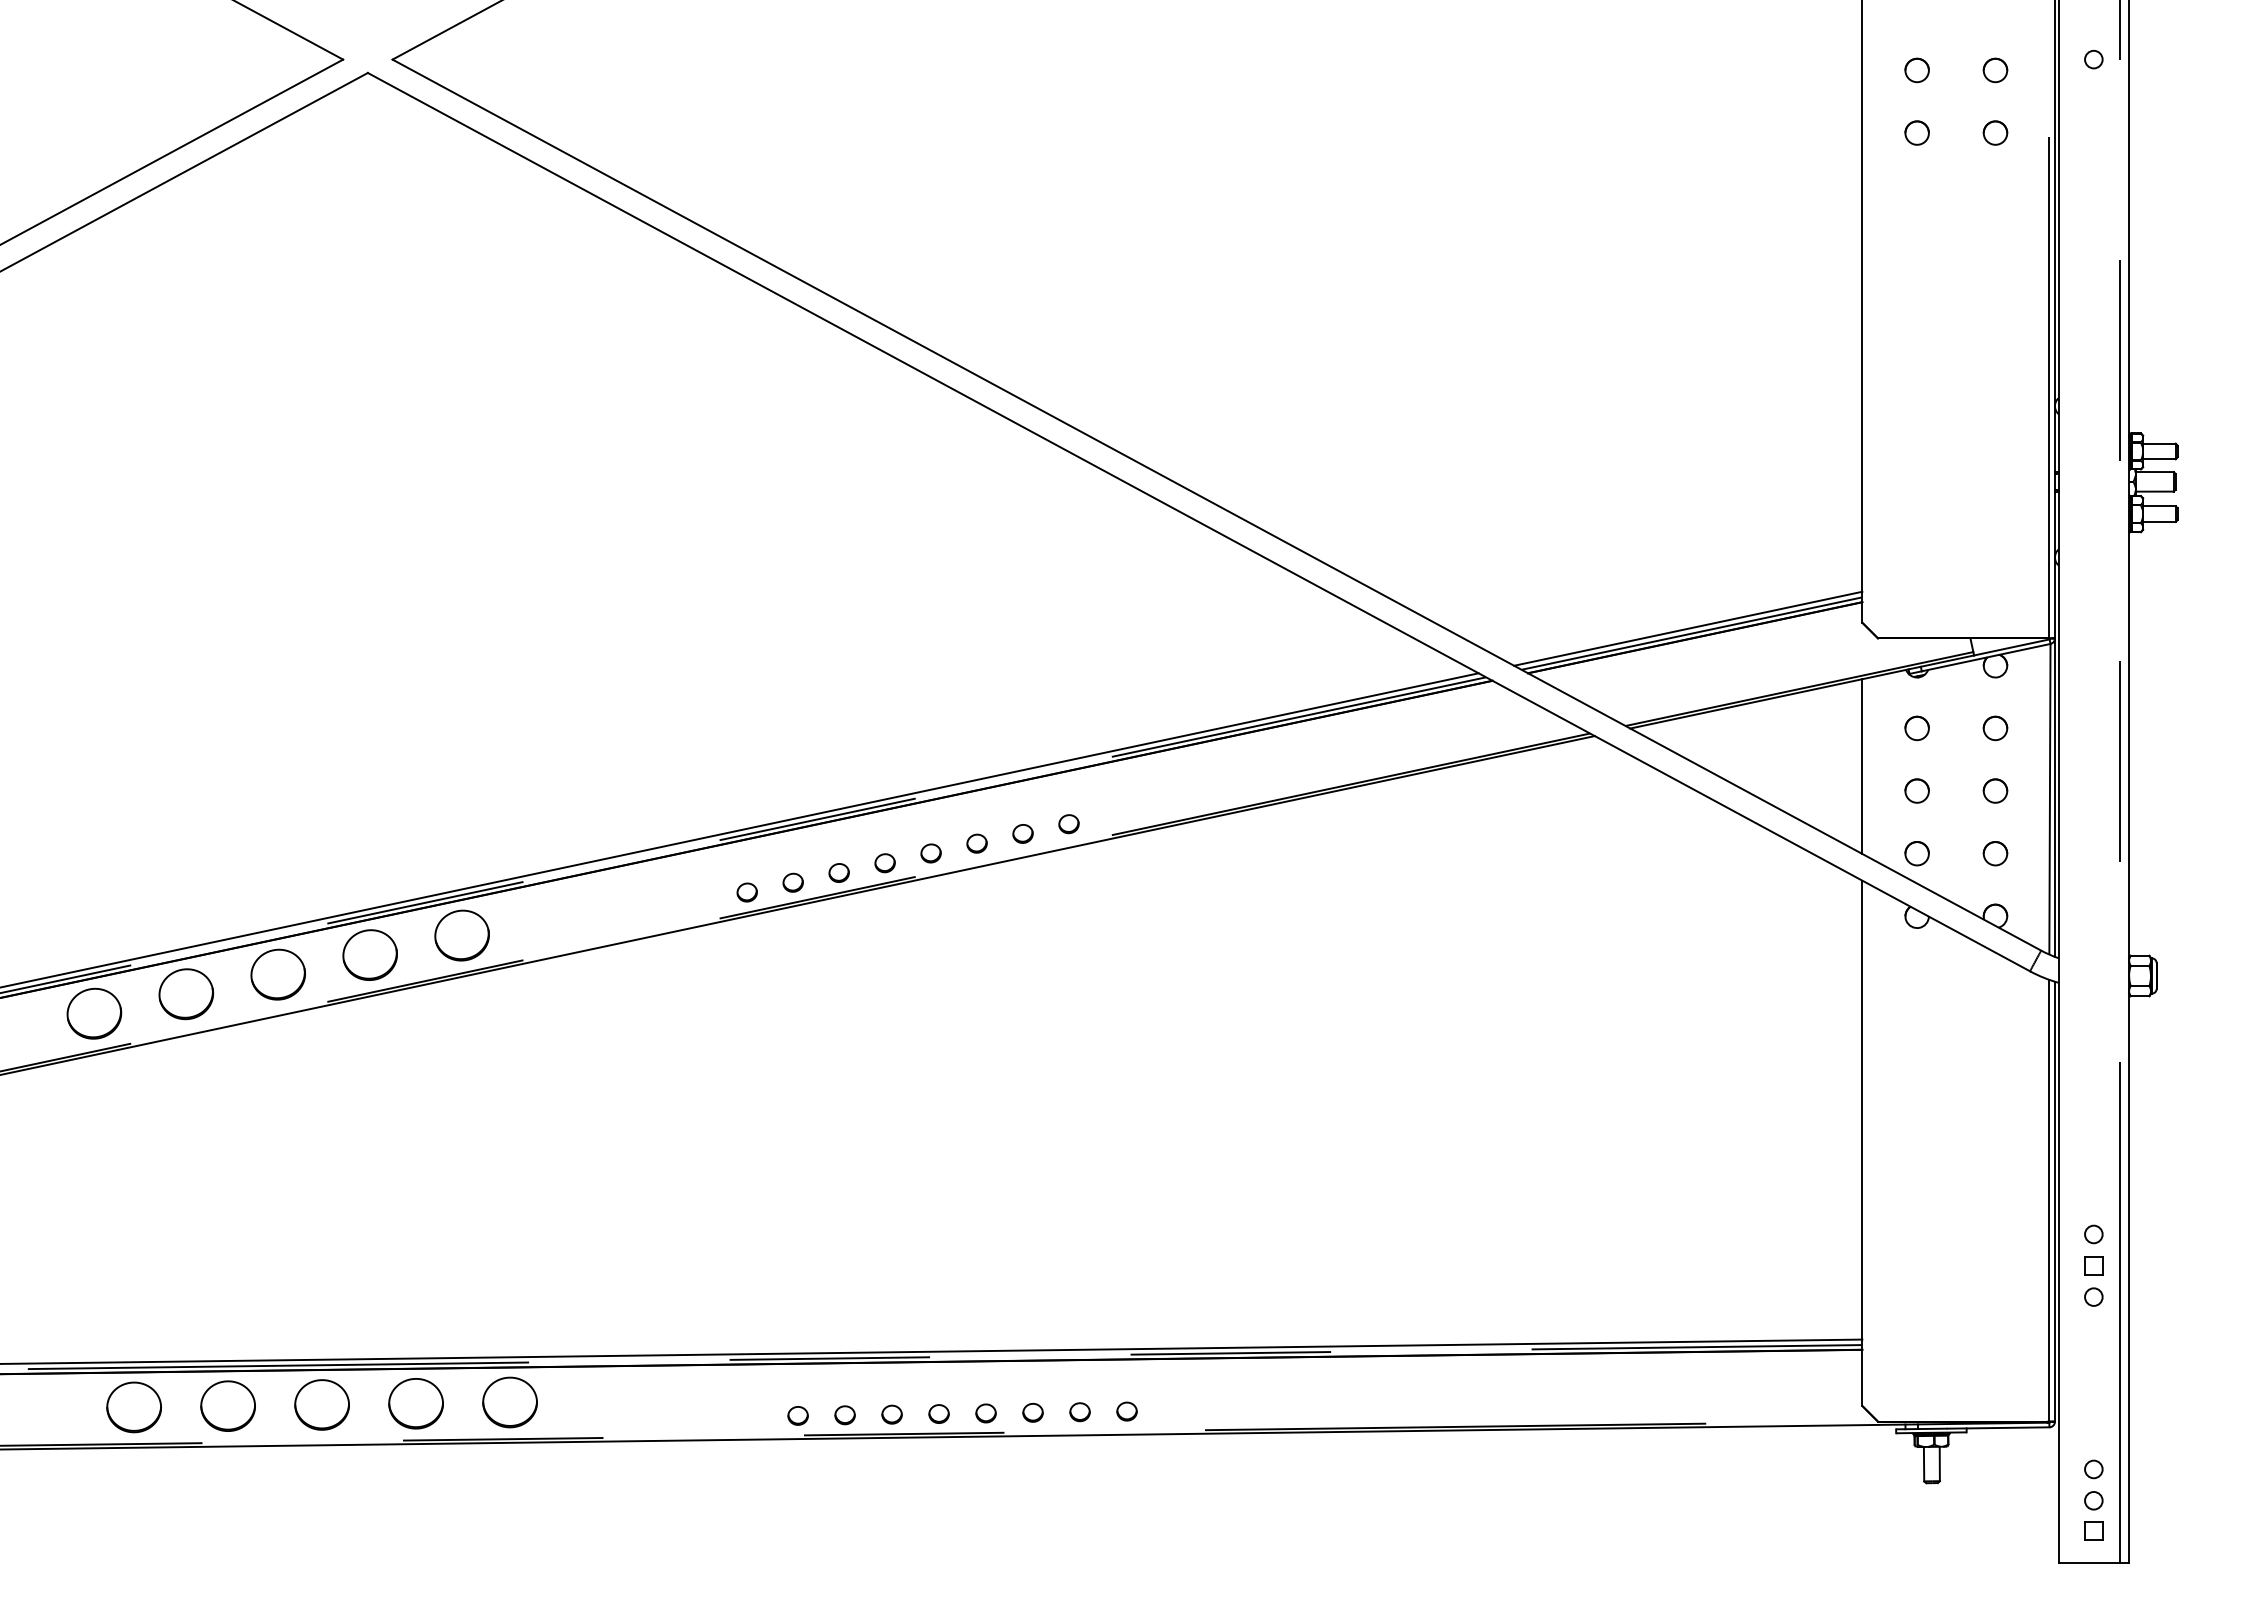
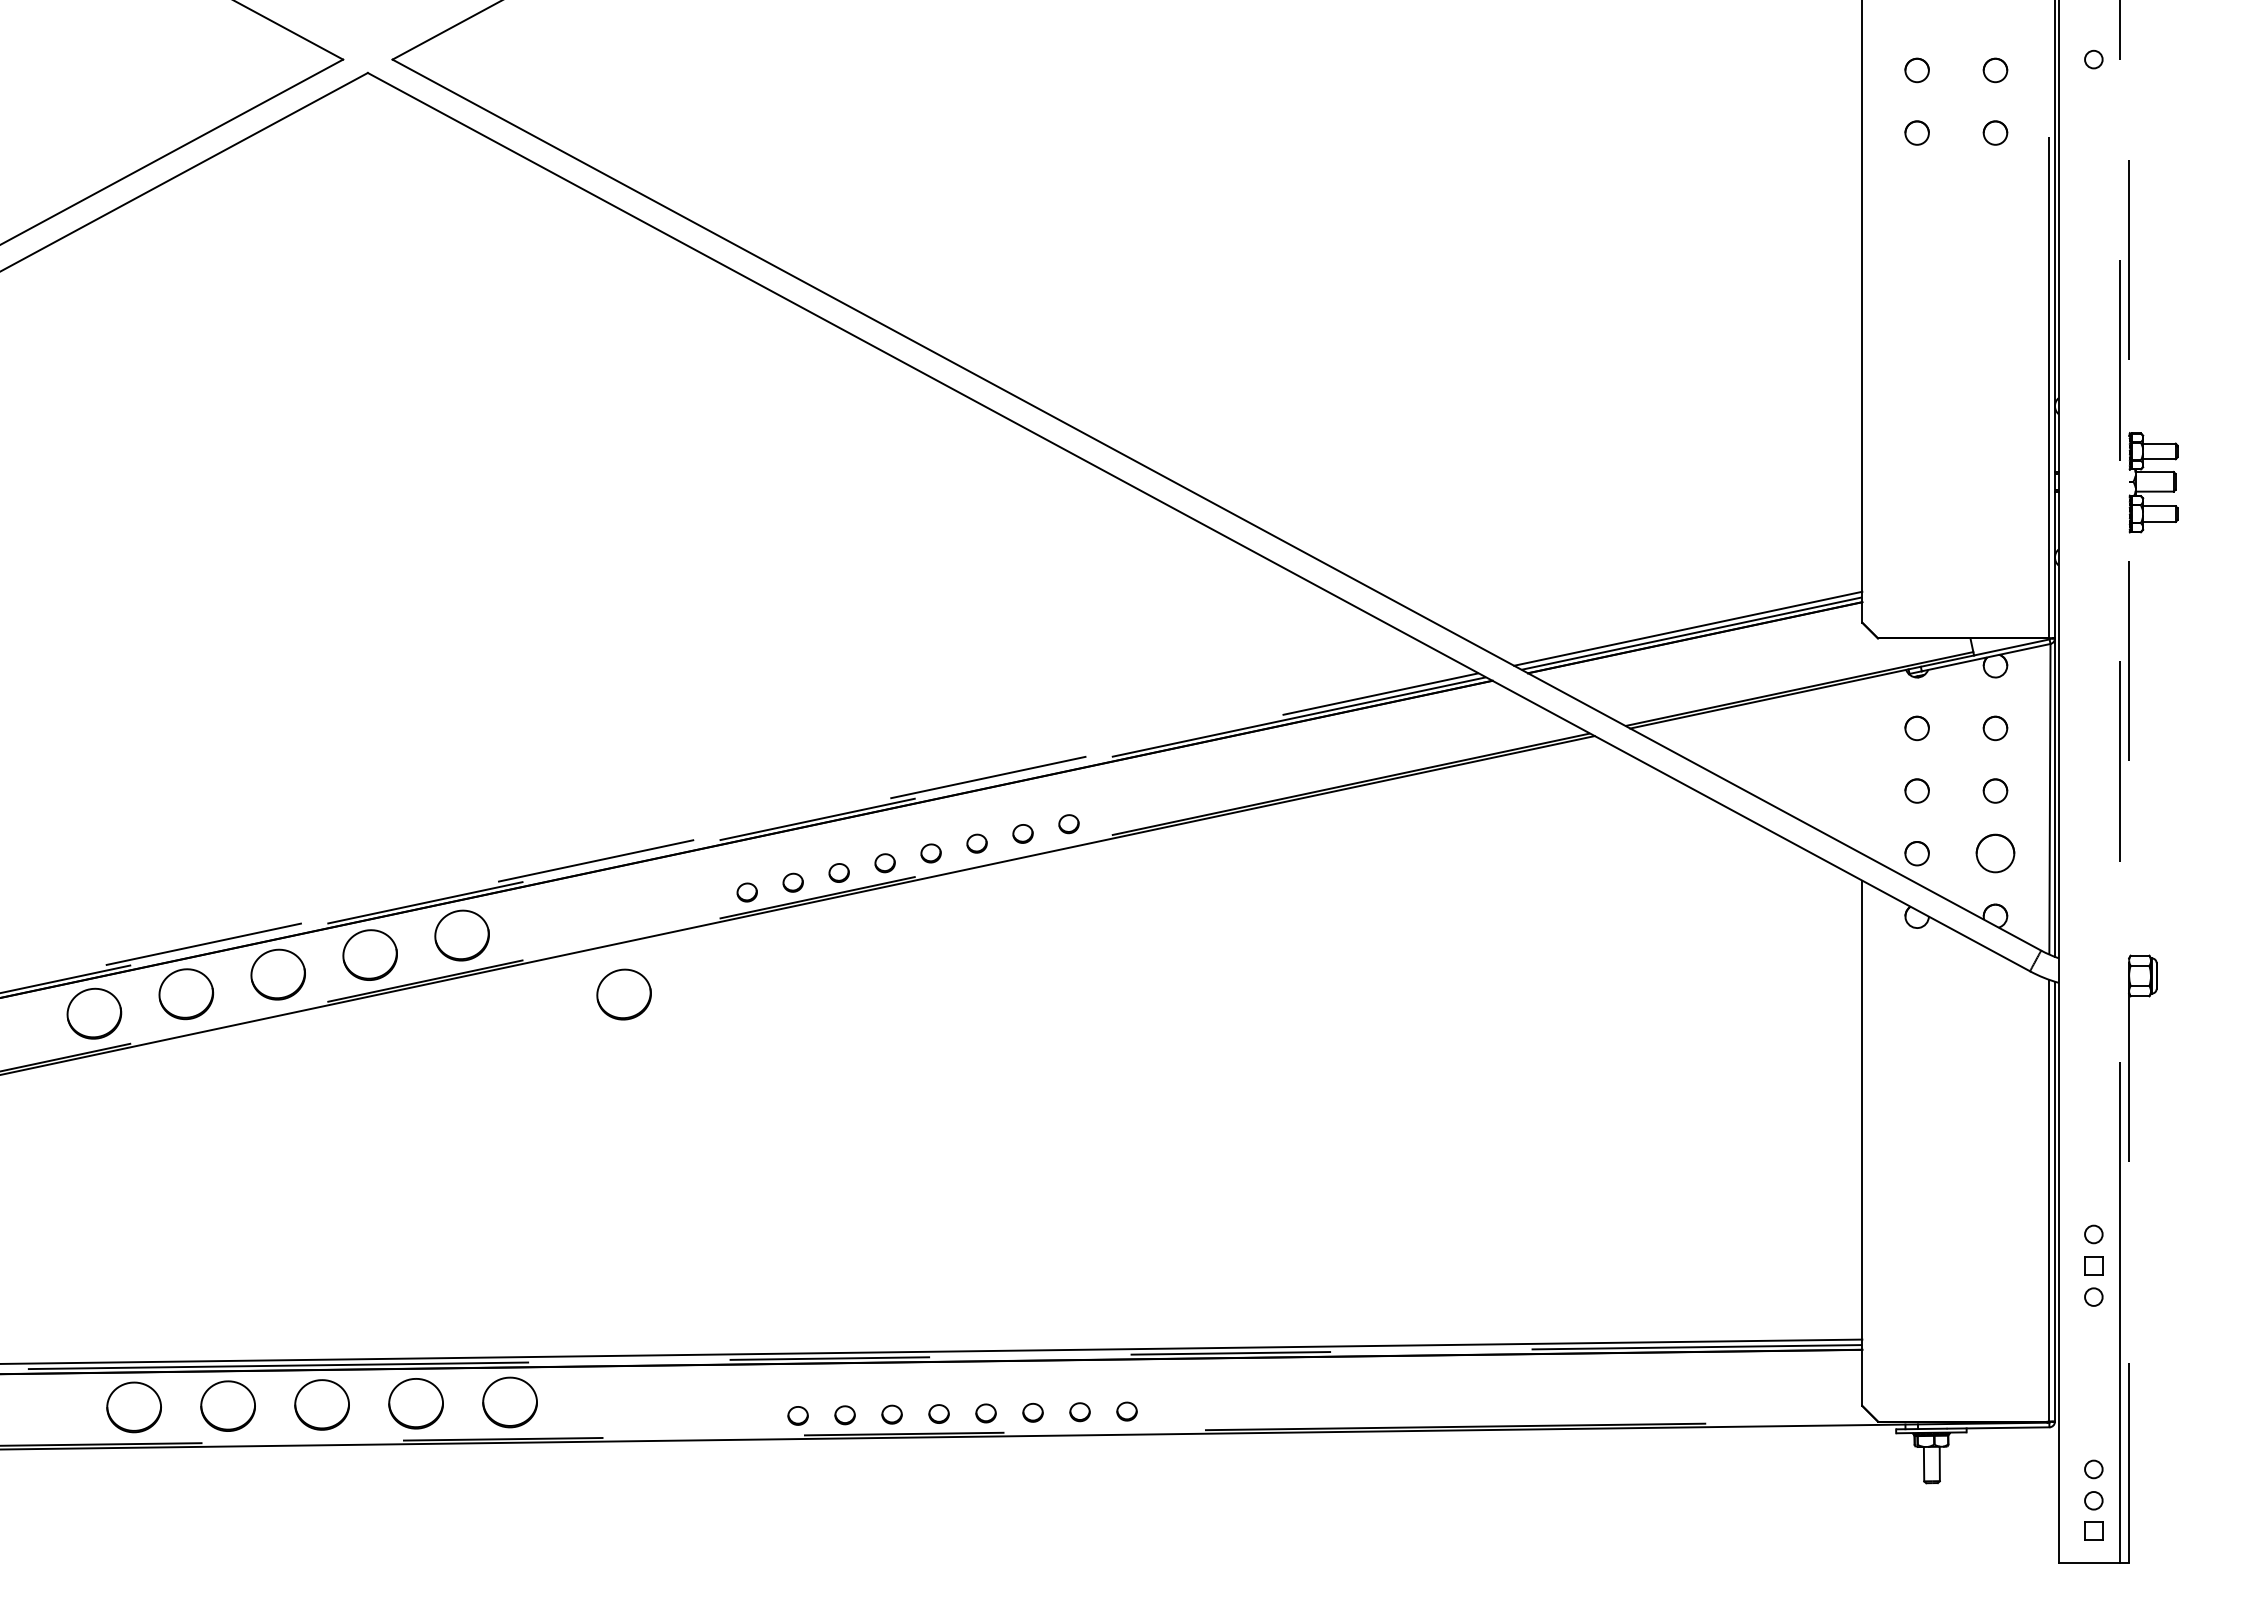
line at (1862, 766): present -> none
line at (2129, 781): solid -> dashed
line at (739, 830): solid -> dashed
part at (1995, 853) size: 27x26 px -> 41x41 px
part at (623, 994): none -> present
